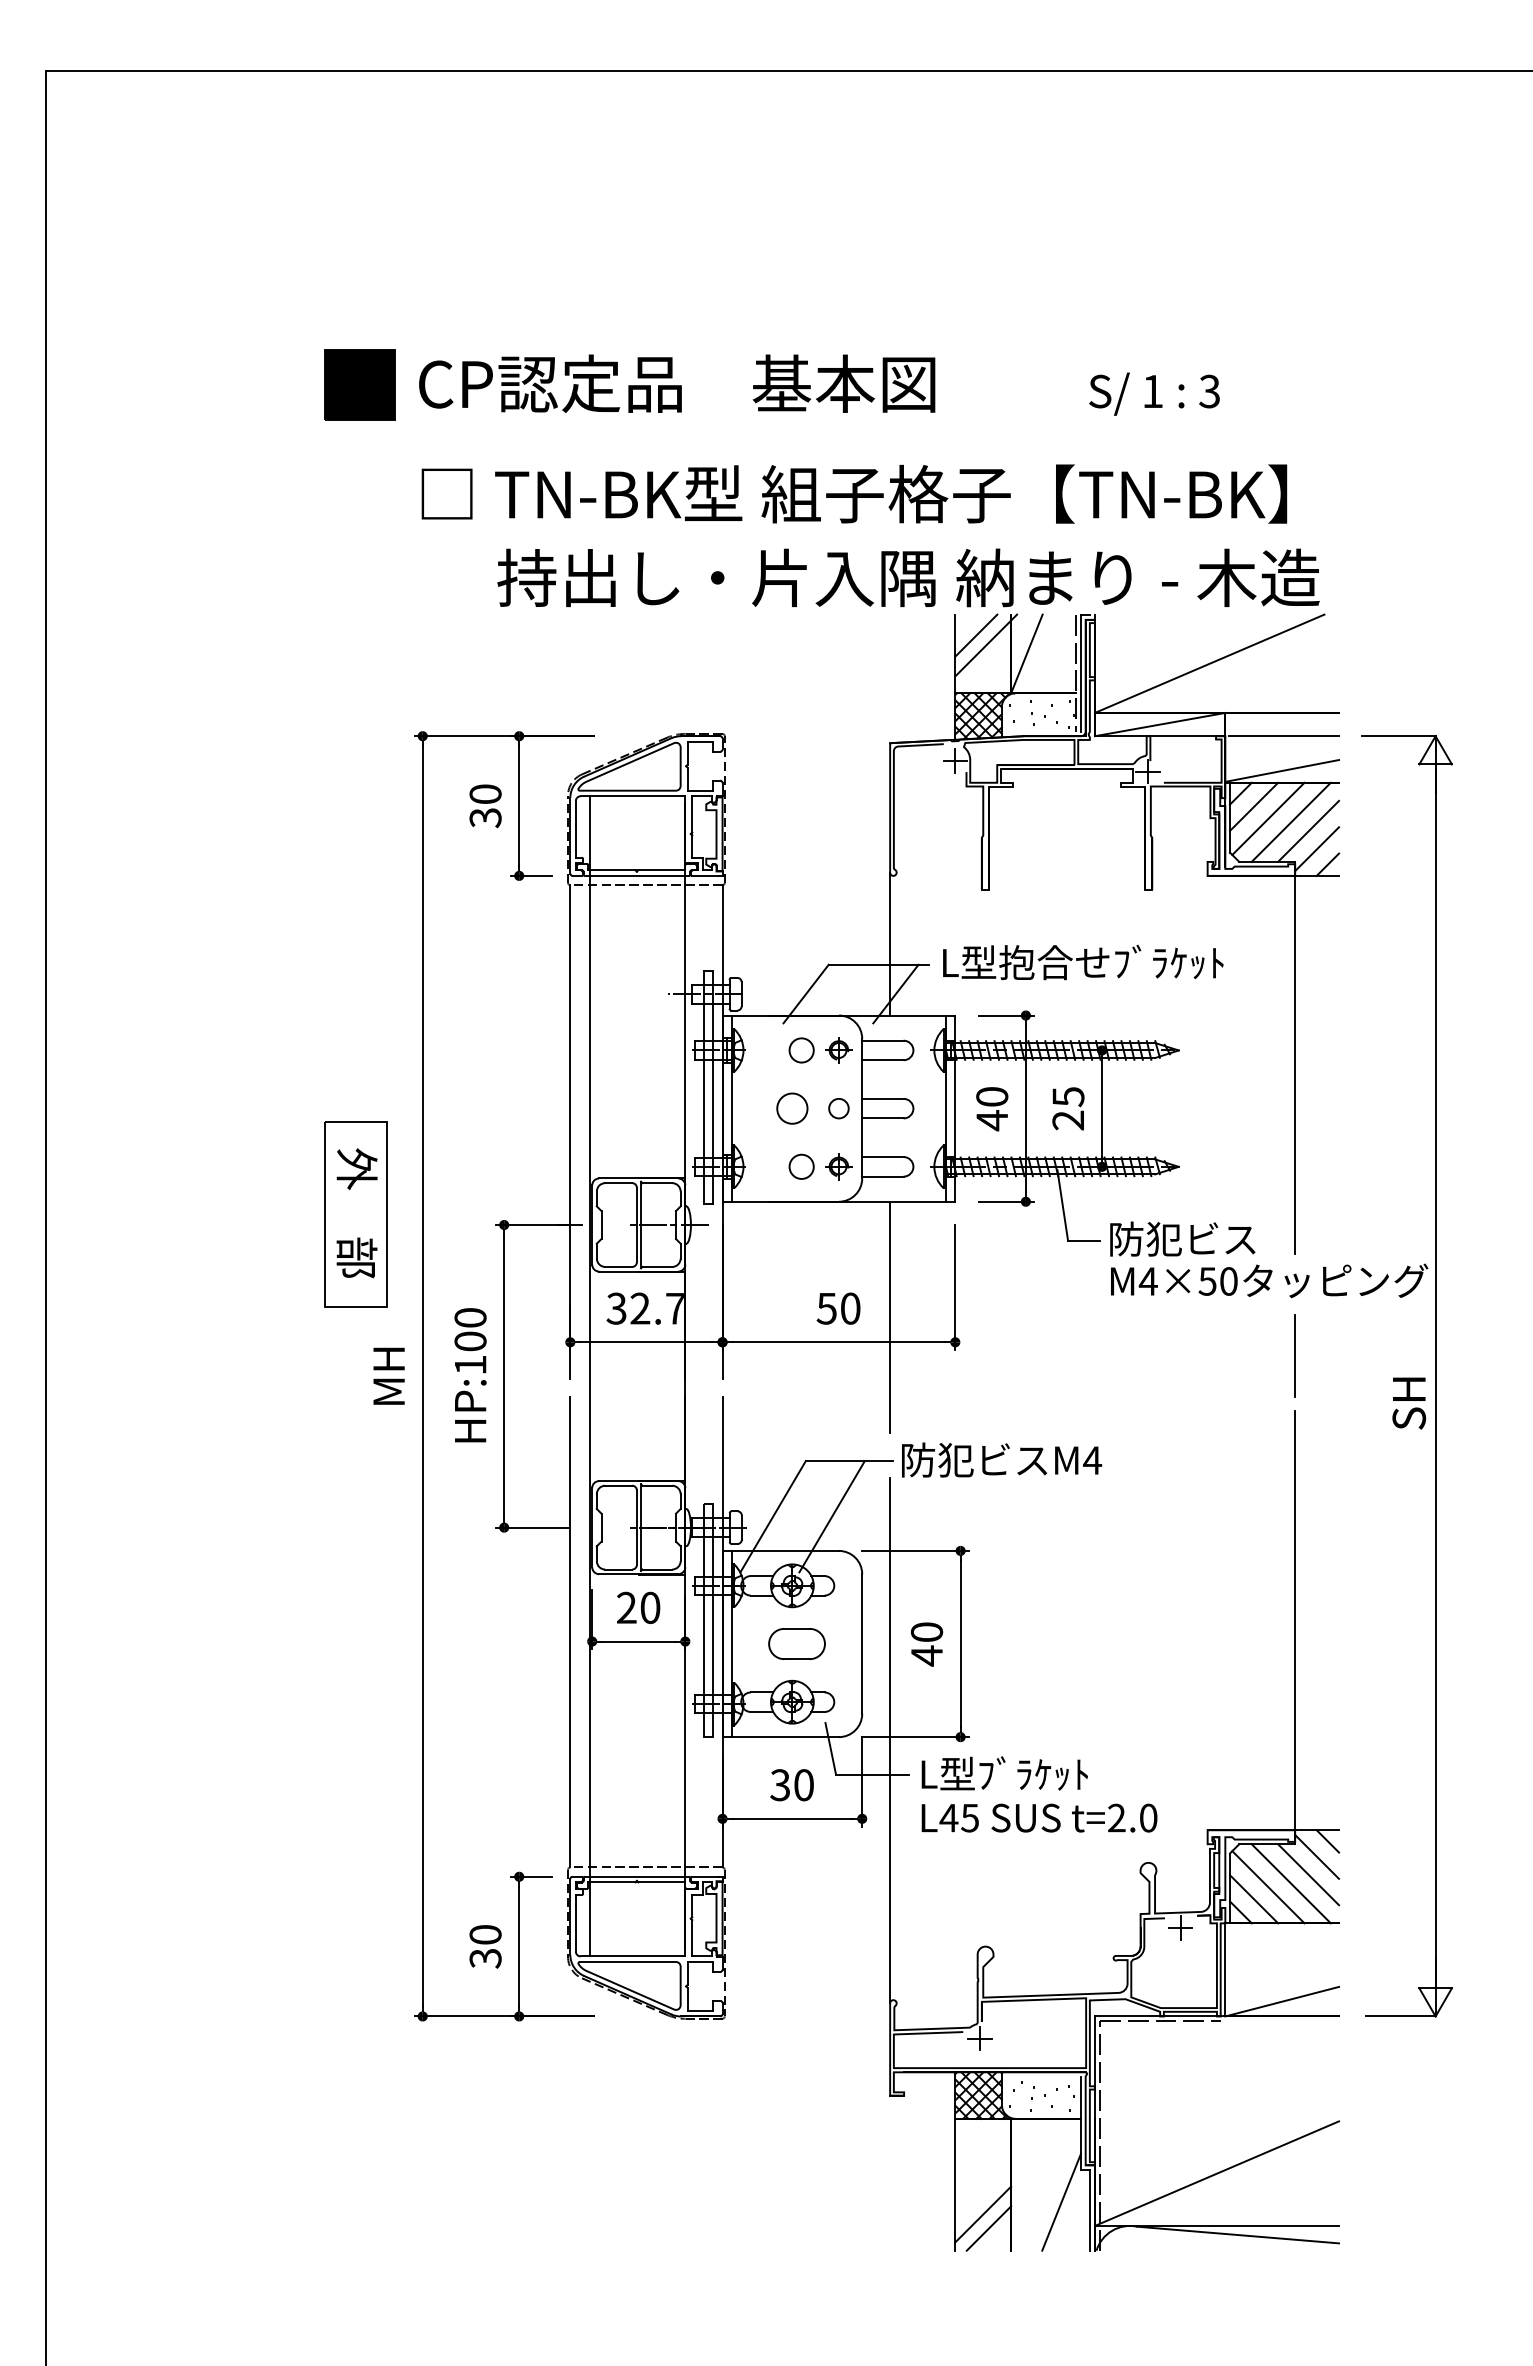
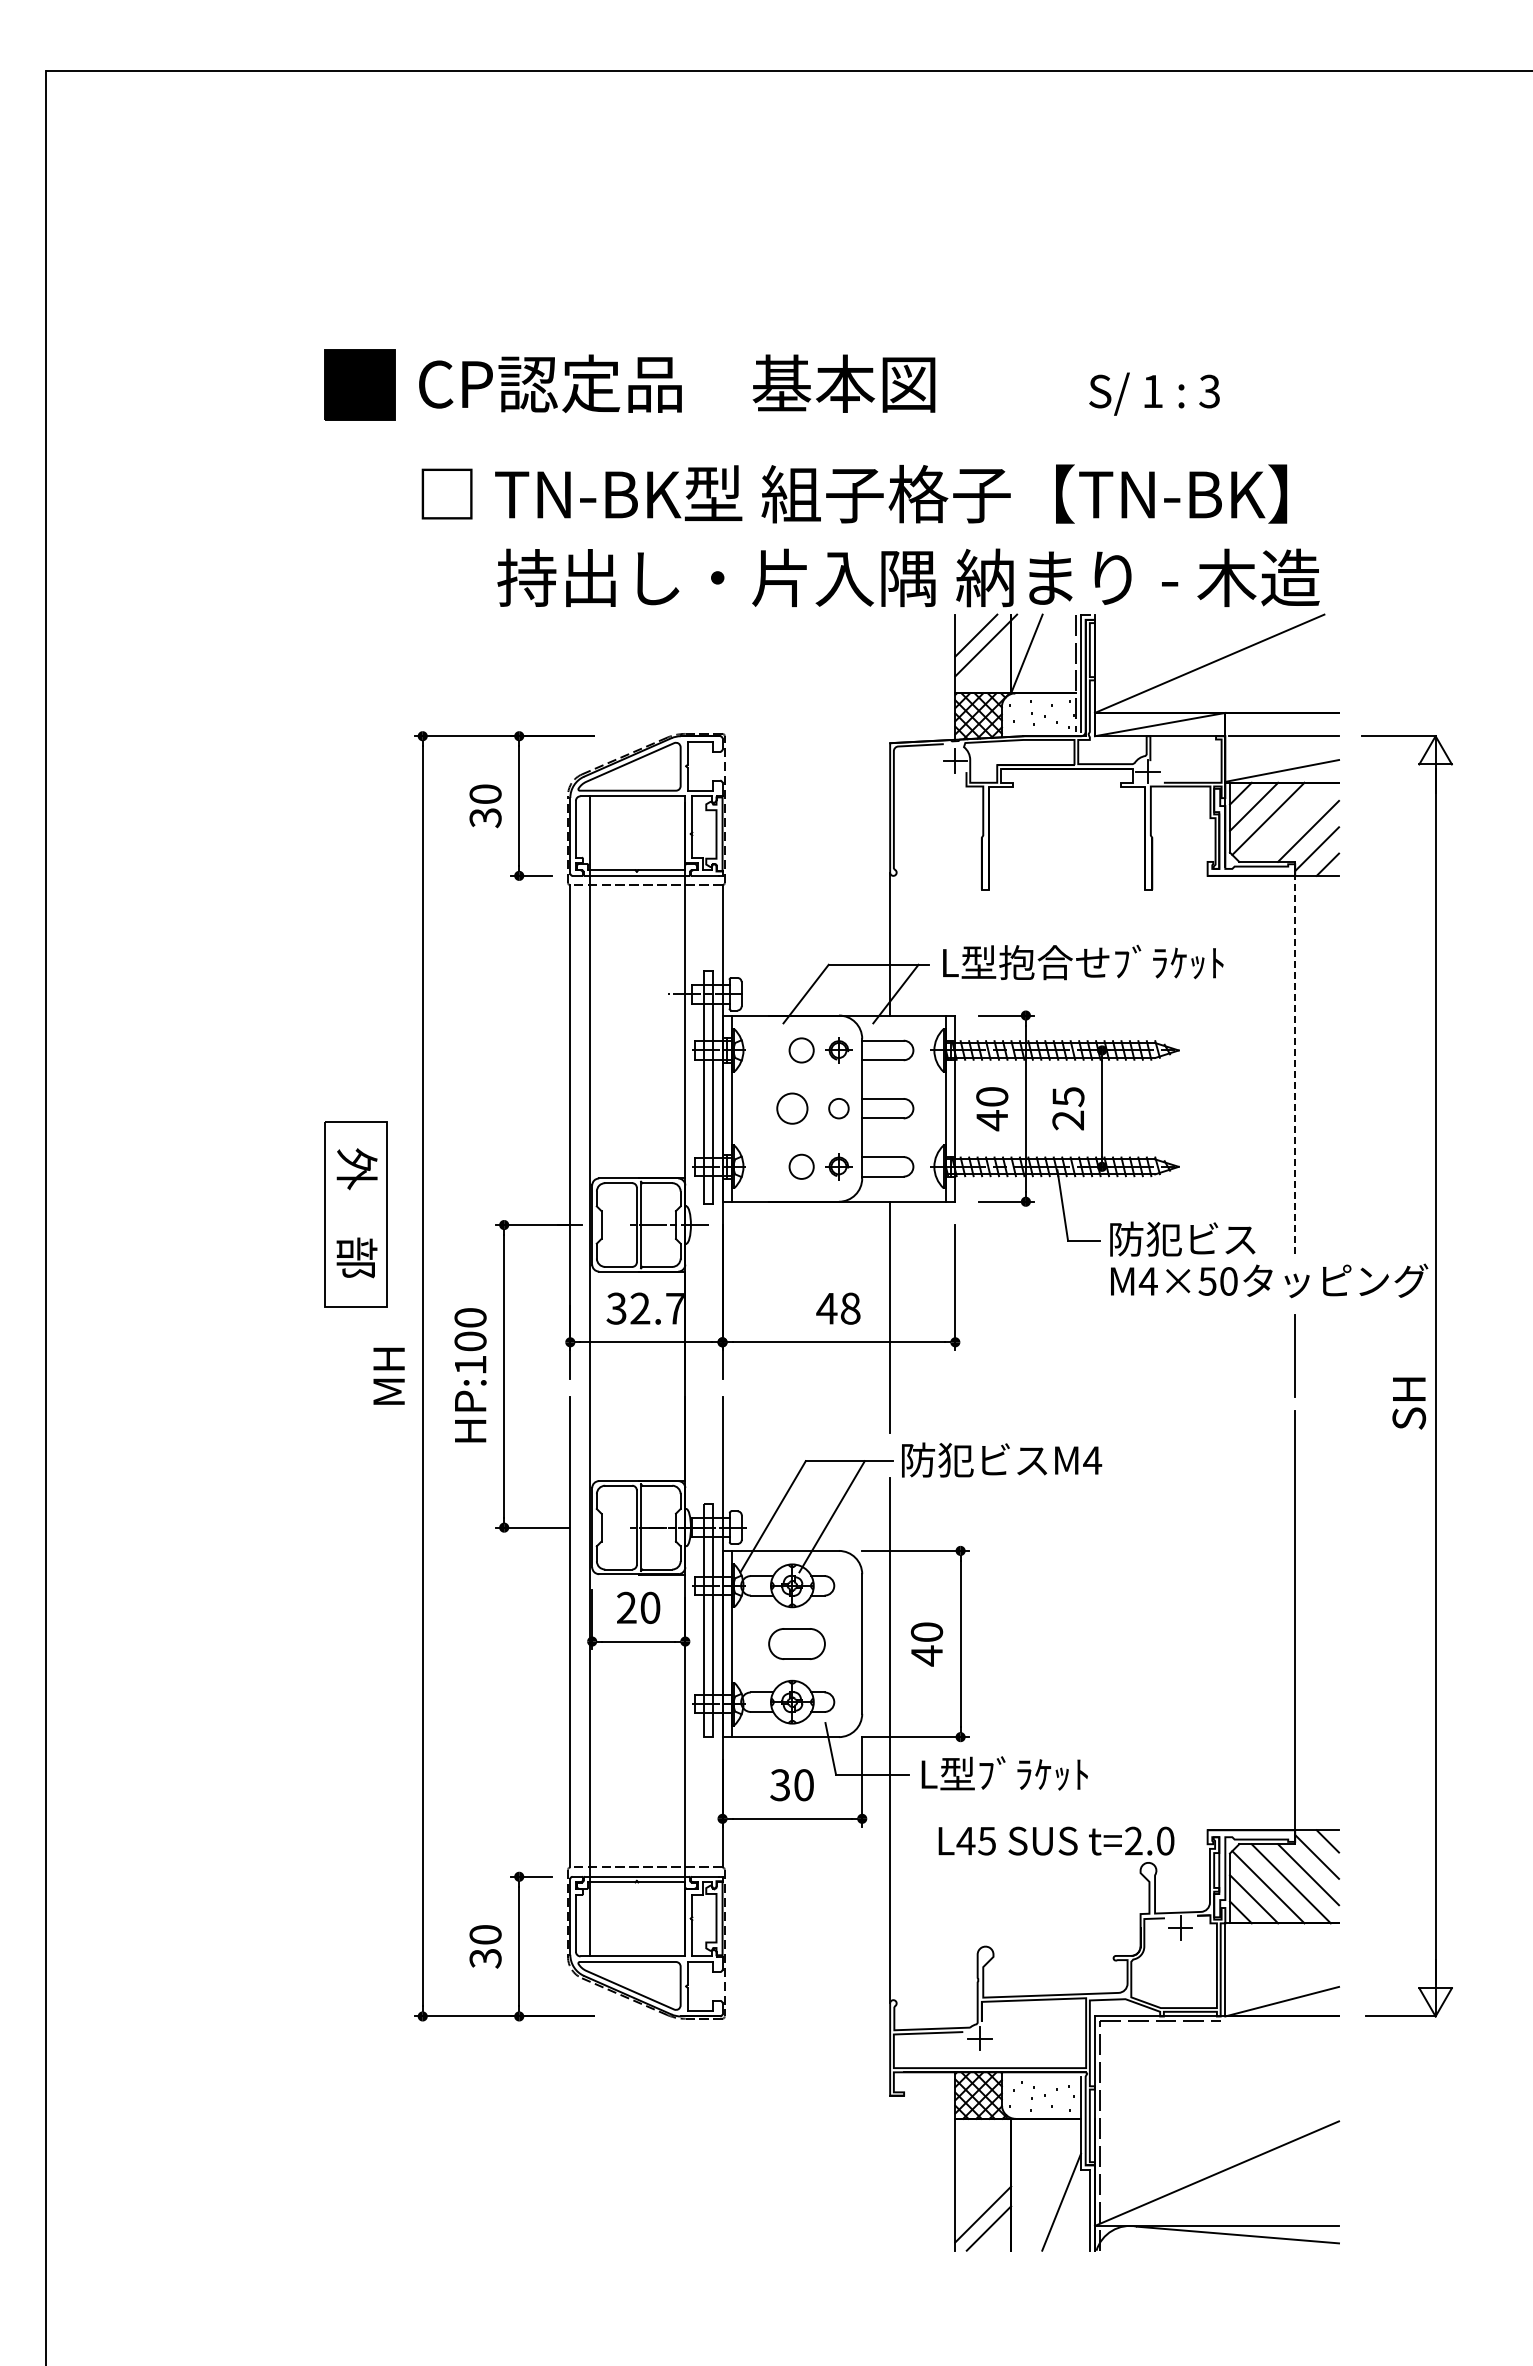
line at (1290, 821): present -> none
line at (1295, 1064): solid -> dashed
text at (838, 1308): 50 -> 48
text at (1039, 1817) position: (1039, 1817) -> (1056, 1840)
